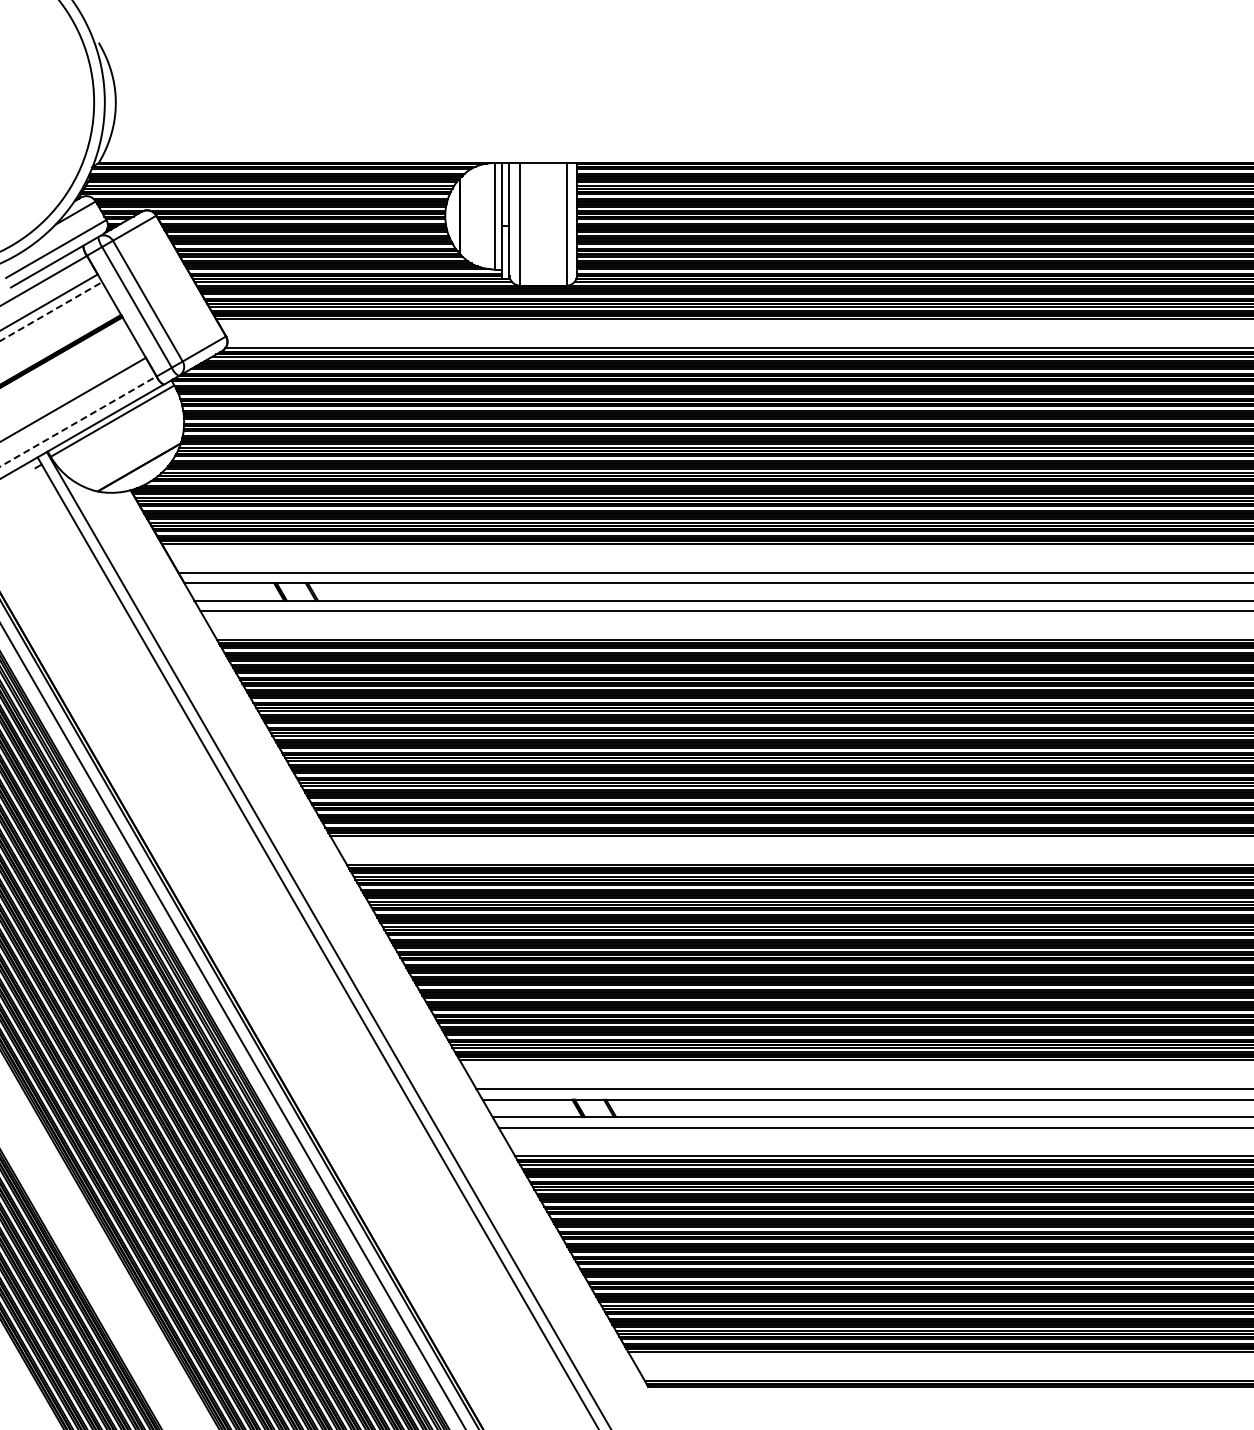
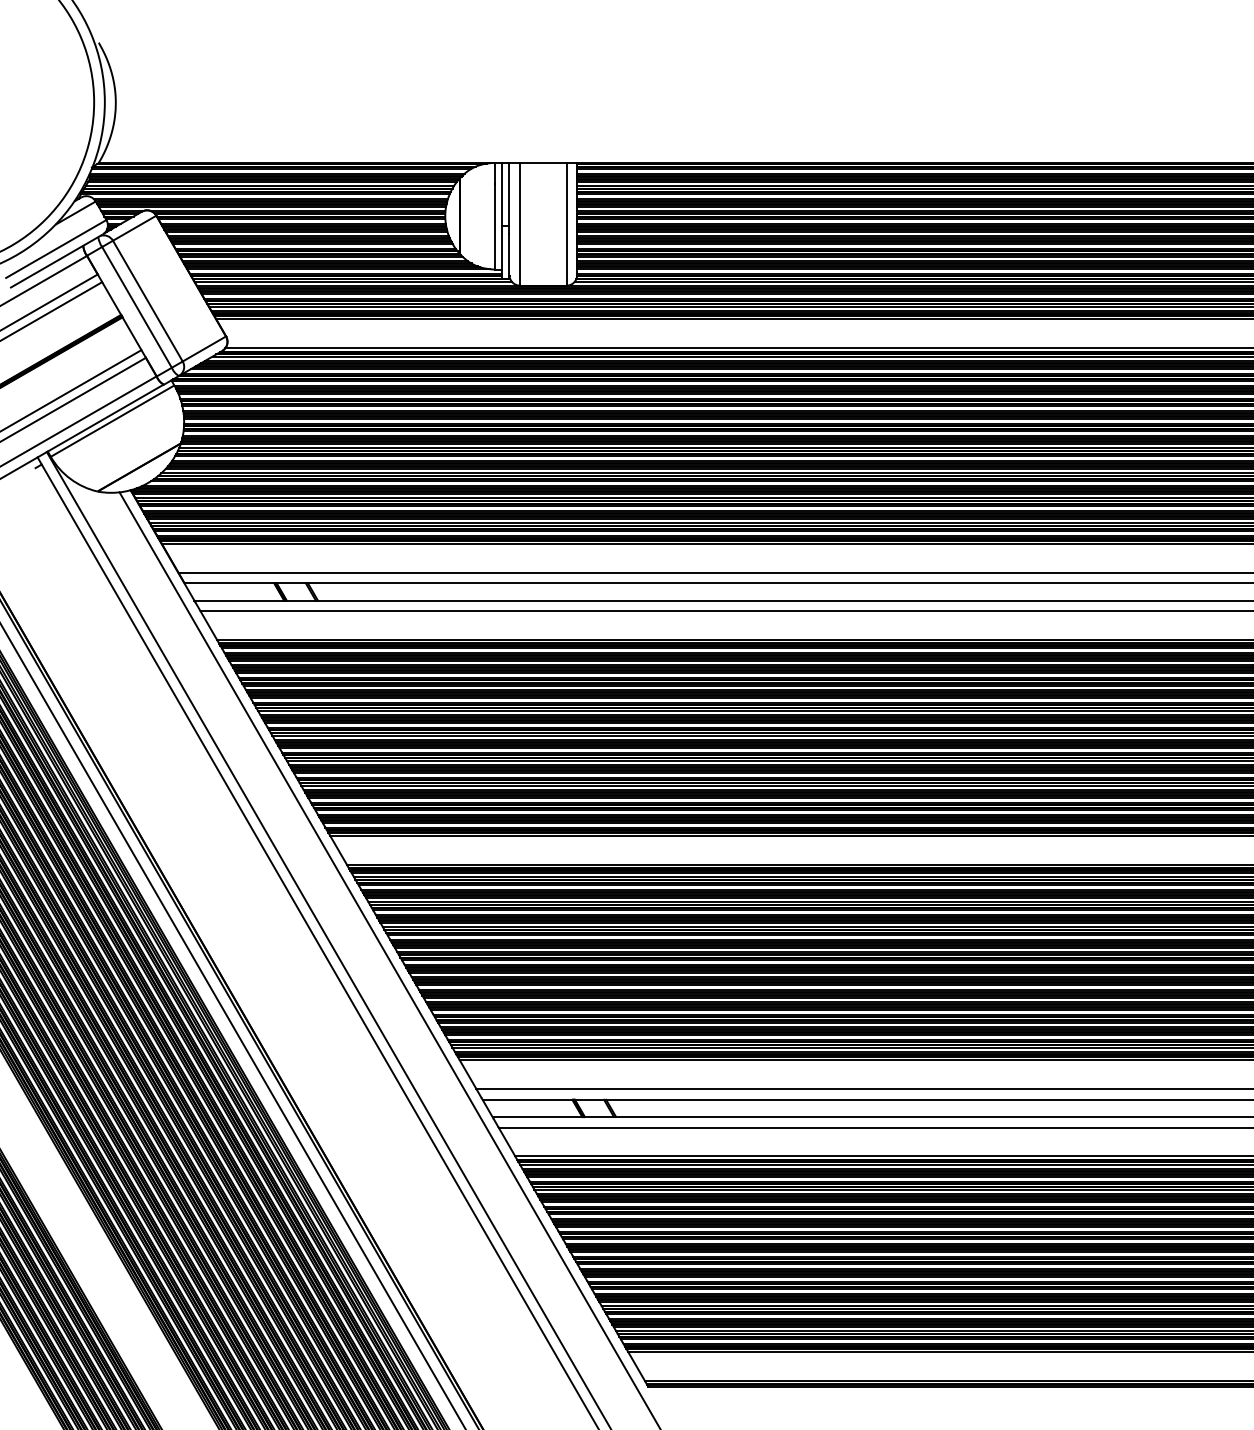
line at (51, 311): dashed -> solid
line at (71, 390): none -> present
line at (78, 421): dashed -> solid
line at (388, 959): none -> present
